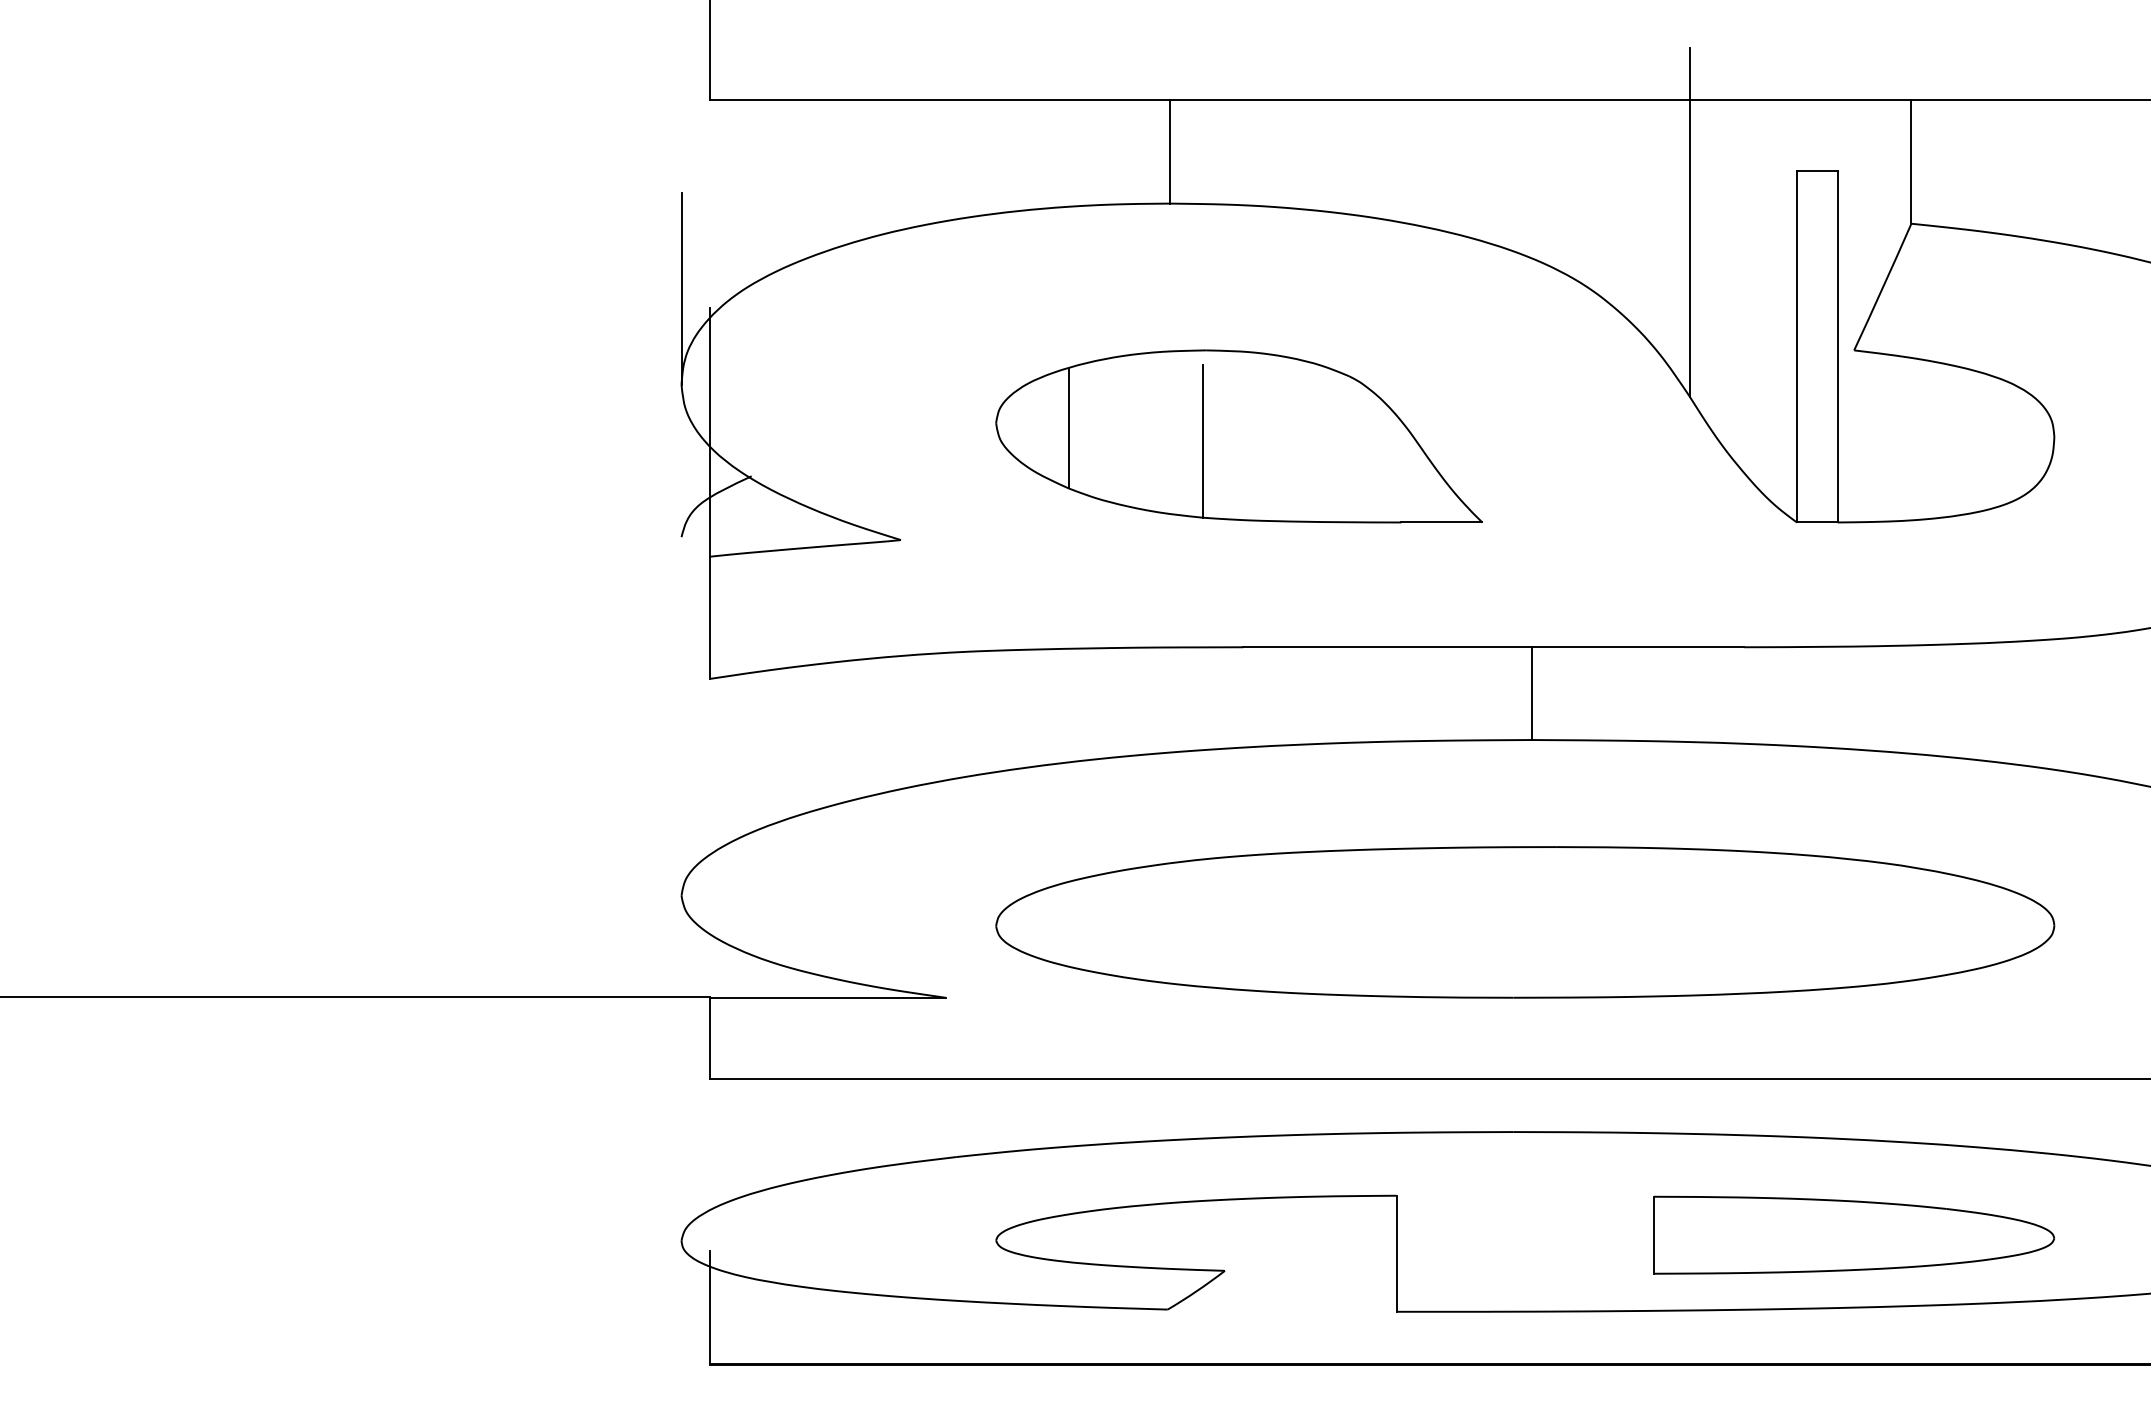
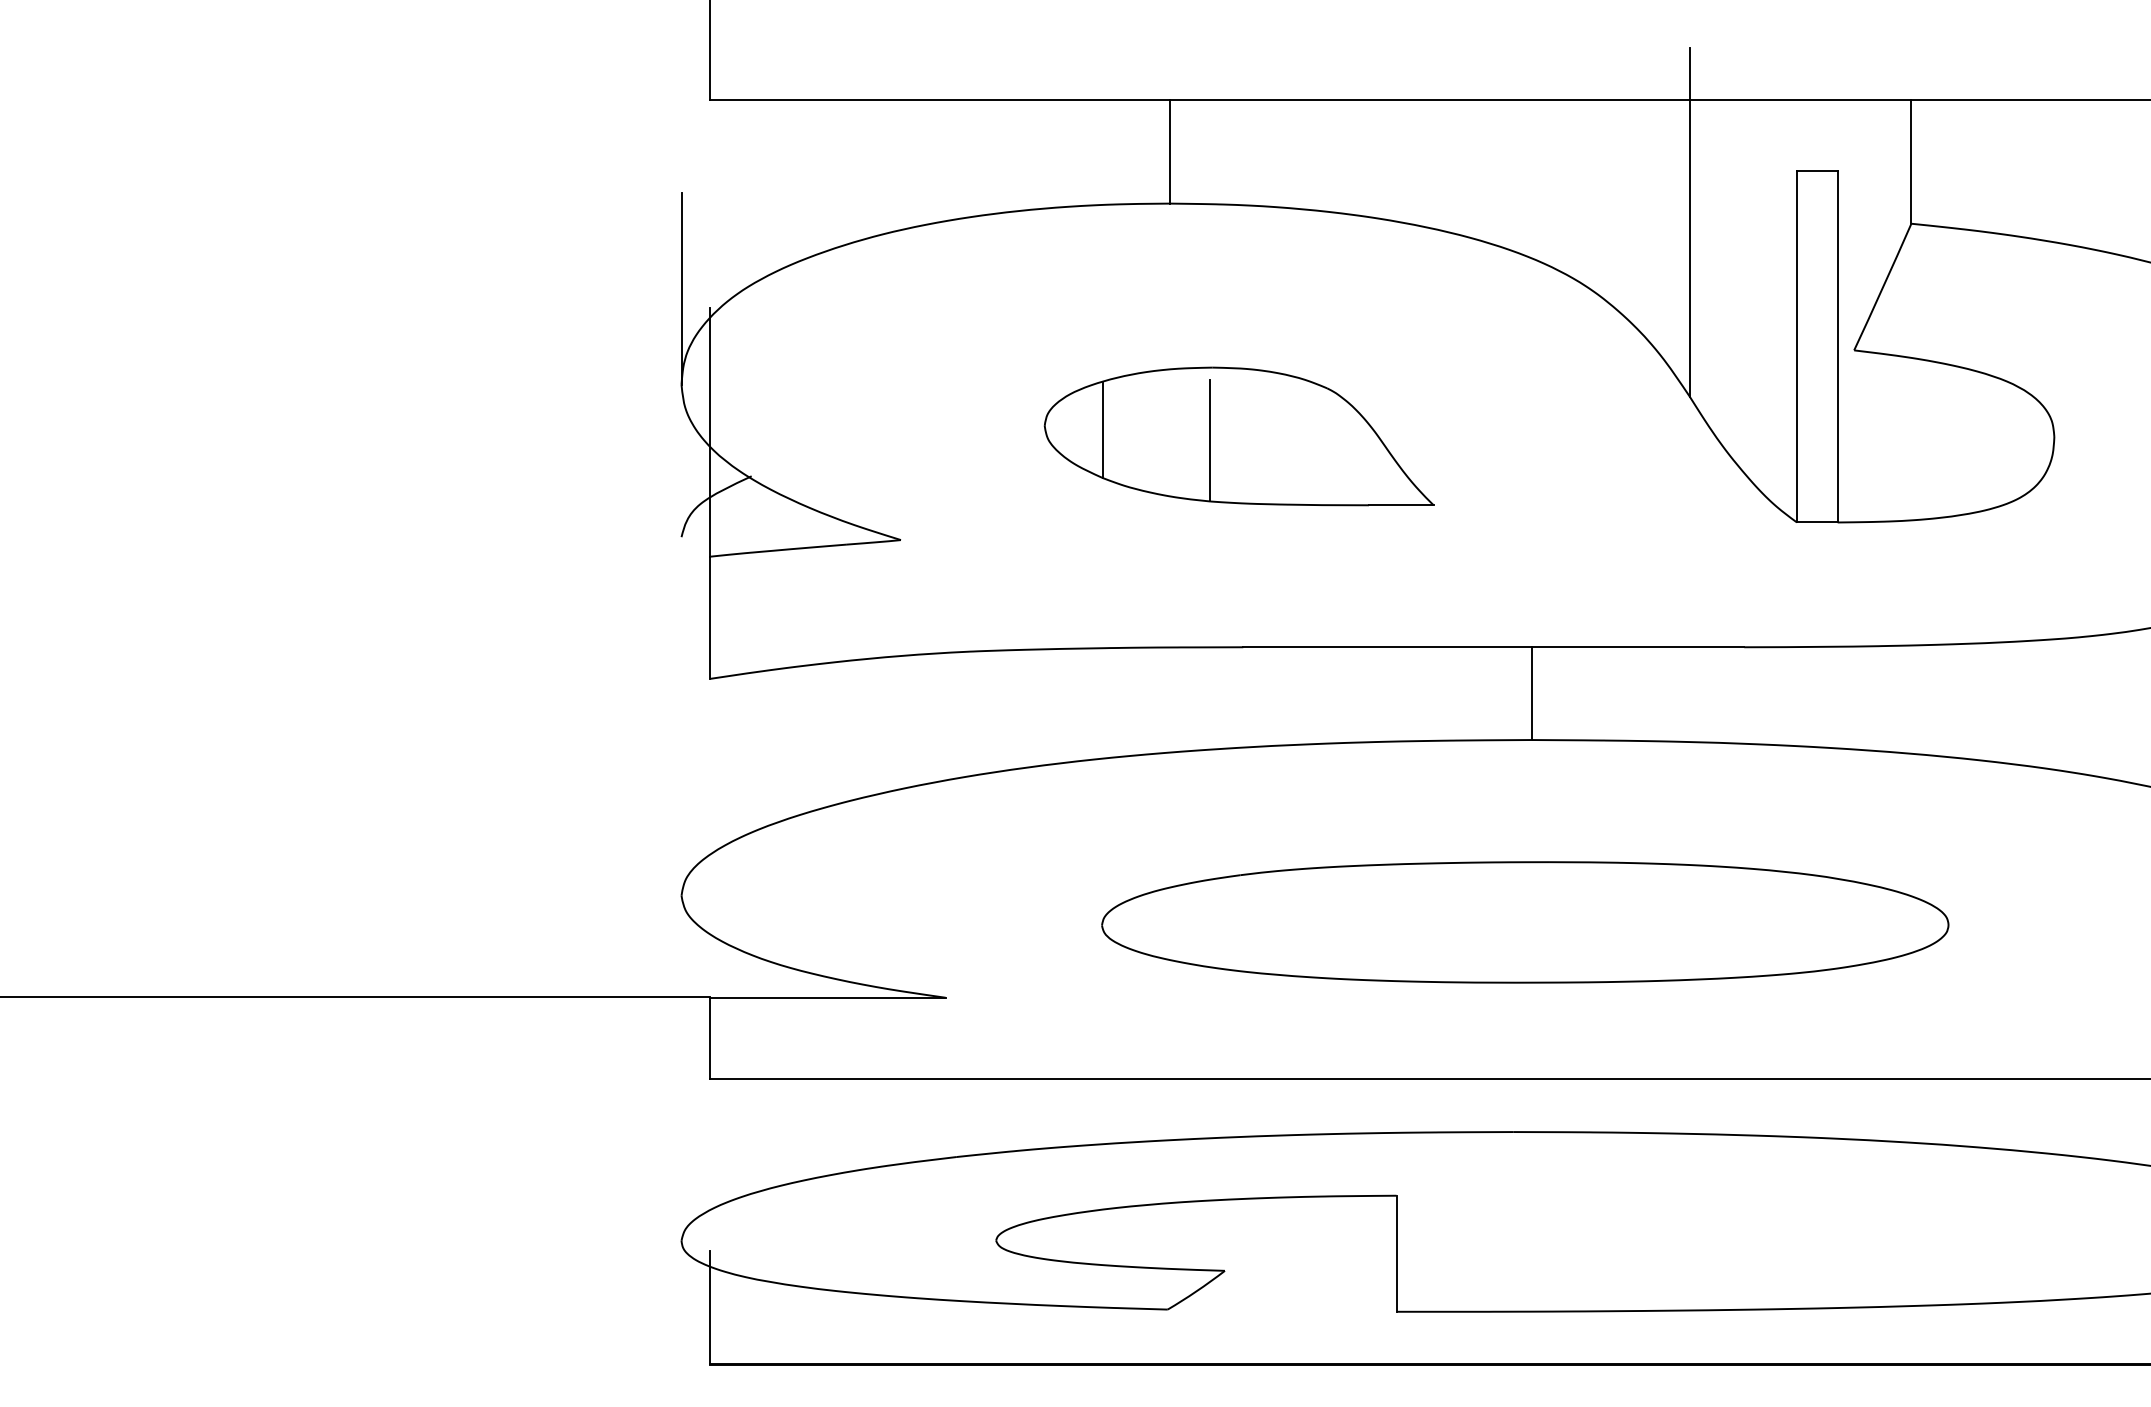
part at (1238, 436) size: 488x175 px -> 392x141 px
part at (1525, 922) size: 1061x153 px -> 849x123 px
part at (1854, 1234): present -> none
